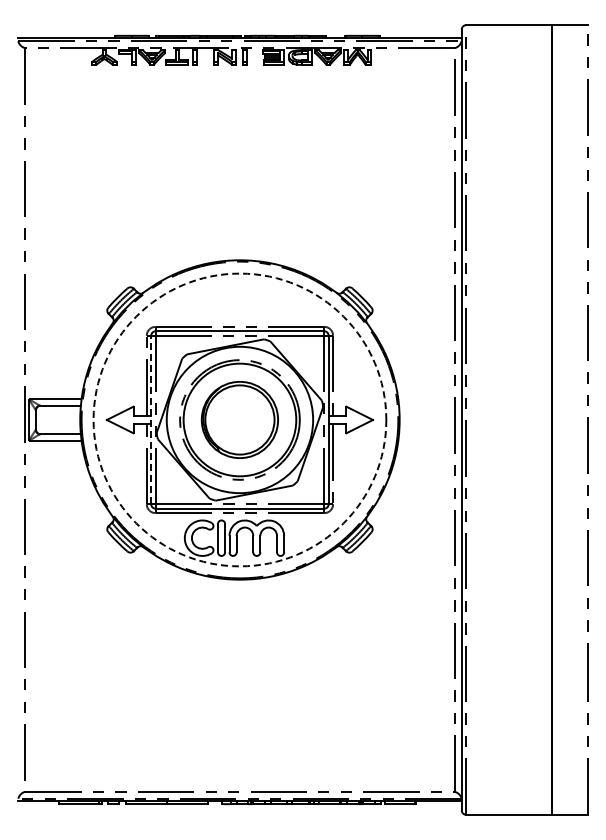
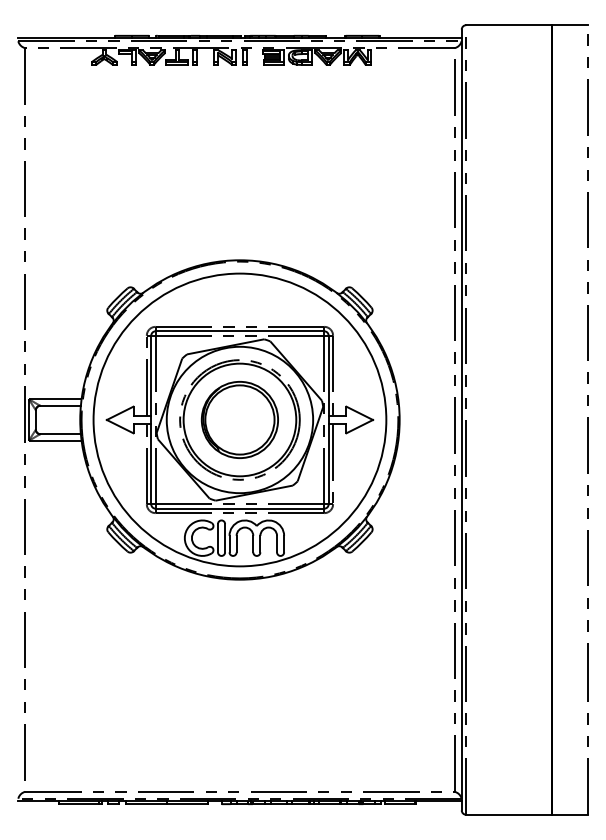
line at (151, 419): dashed -> solid
circle at (239, 419): dashed -> solid
